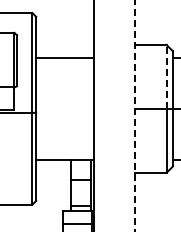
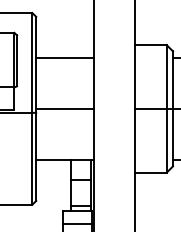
line at (166, 76): dashed -> solid
line at (64, 108): none -> present
line at (134, 115): dashed -> solid
